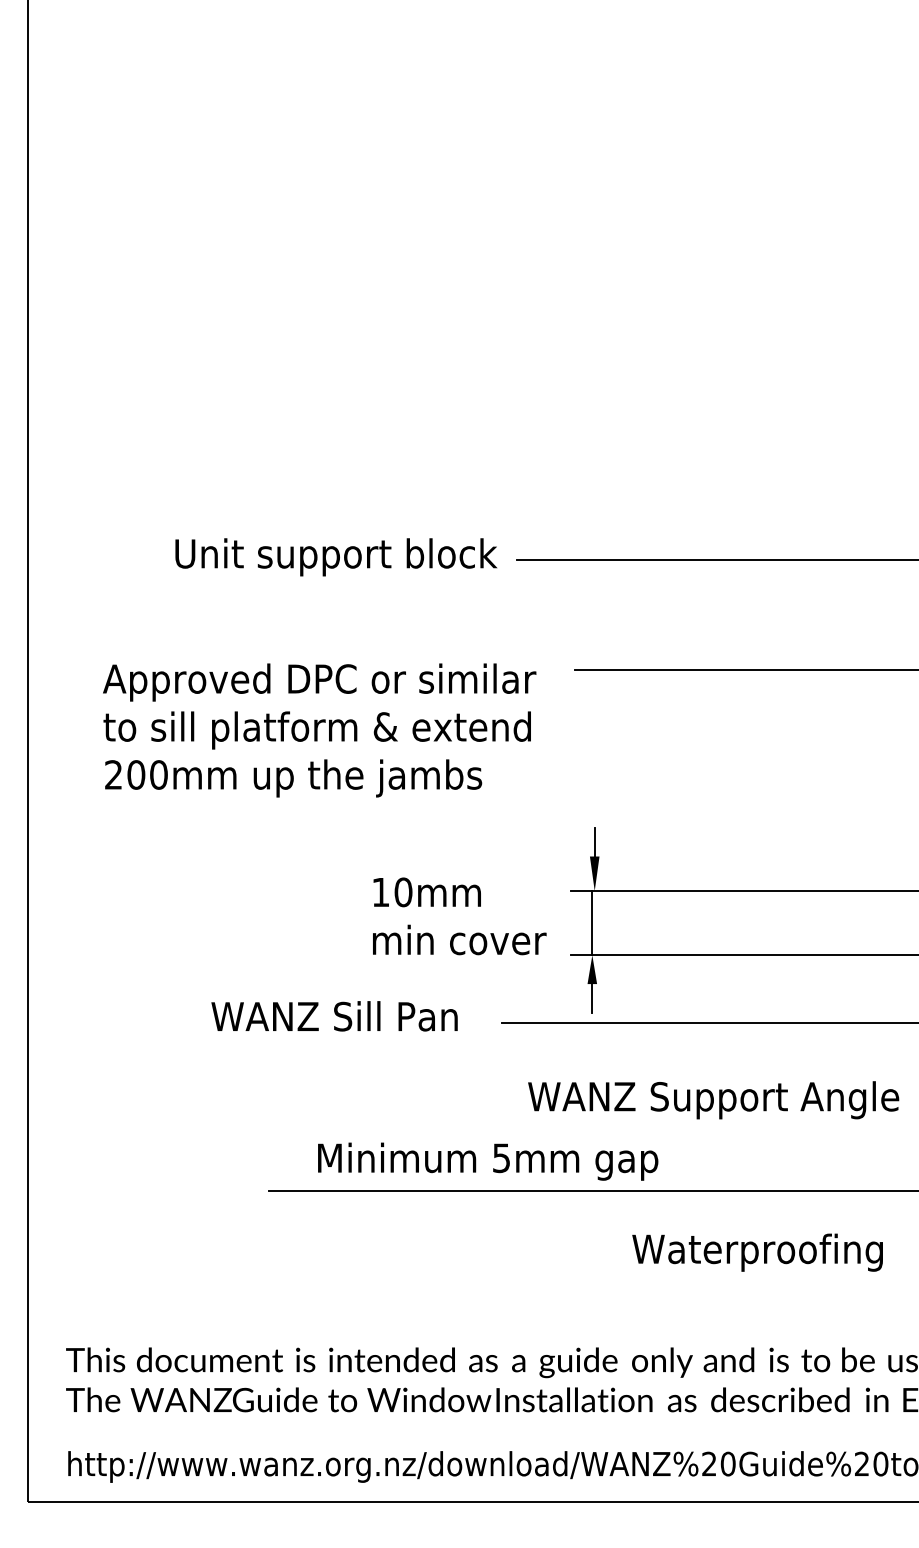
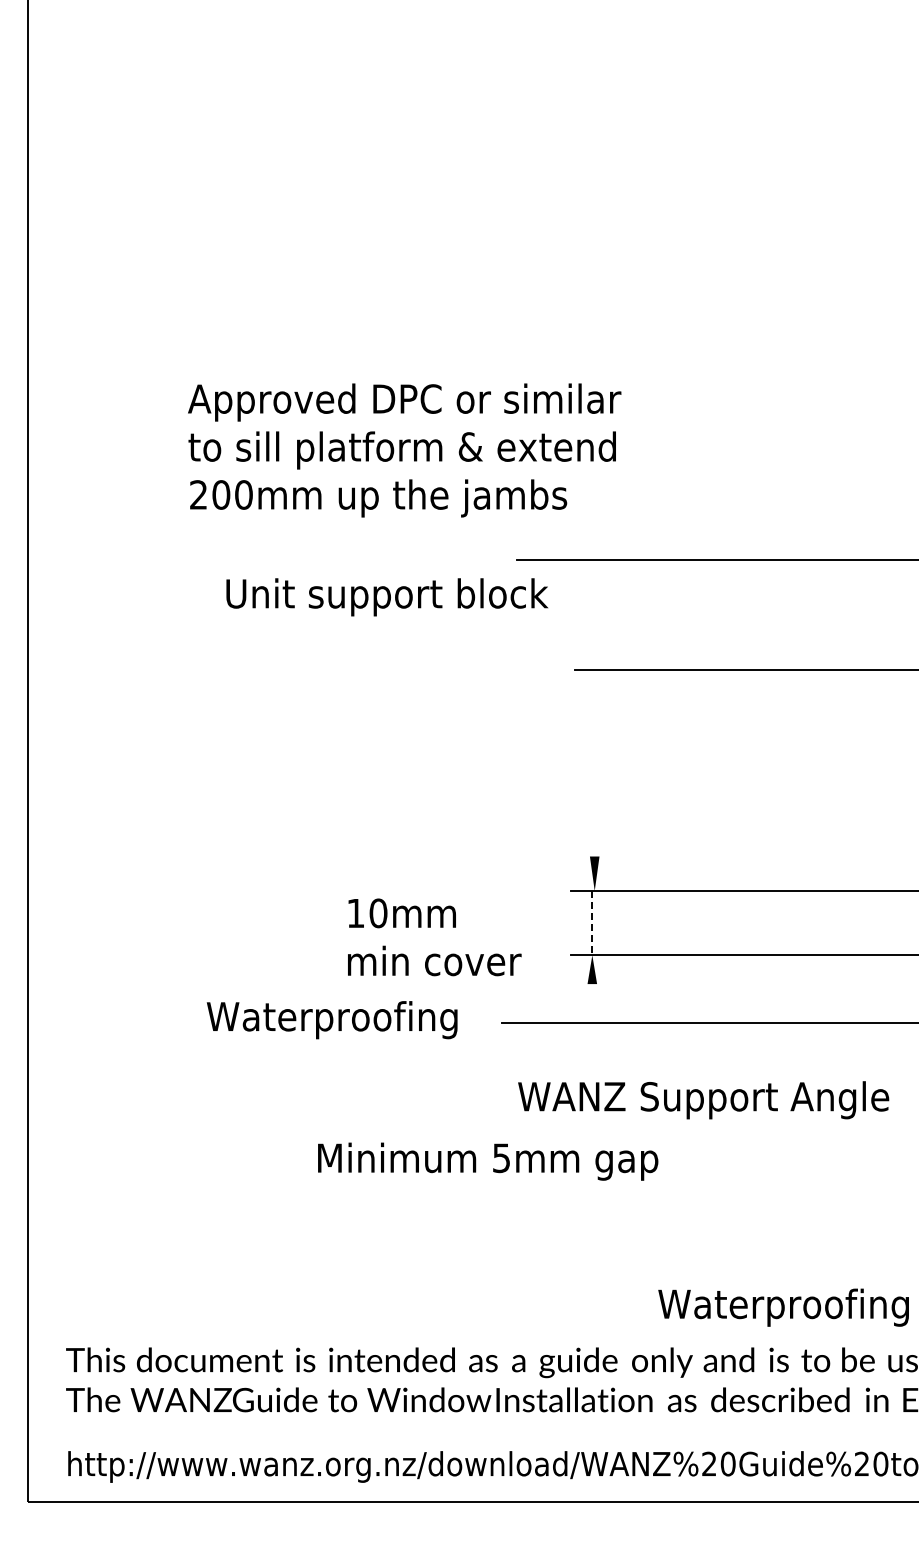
text at (336, 557) position: (336, 557) -> (387, 597)
text at (319, 730) position: (319, 730) -> (404, 450)
line at (594, 841): present -> none
text at (459, 916) position: (459, 916) -> (434, 937)
line at (592, 923): solid -> dashed
line at (592, 998): present -> none
text at (331, 1020): WANZ Sill Pan -> Waterproofing
text at (713, 1100) position: (713, 1100) -> (703, 1100)
line at (592, 1190): present -> none
text at (757, 1252) position: (757, 1252) -> (783, 1307)
